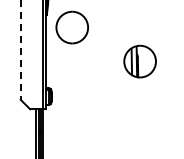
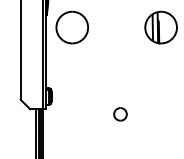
line at (20, 50): dashed -> solid
part at (139, 61) position: (139, 61) -> (160, 27)
part at (120, 114): none -> present
